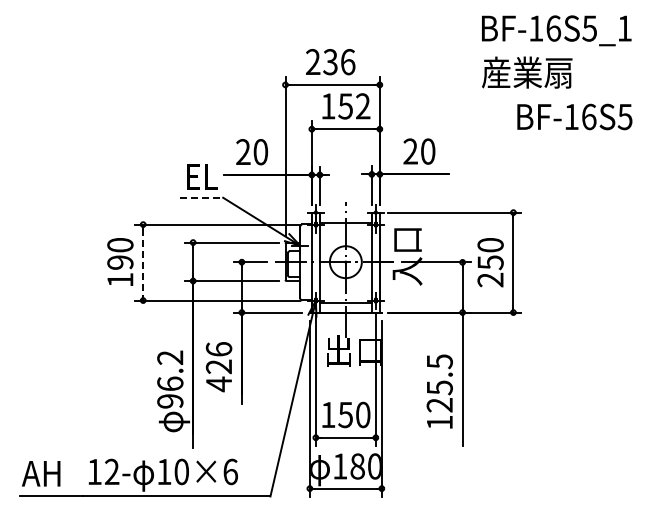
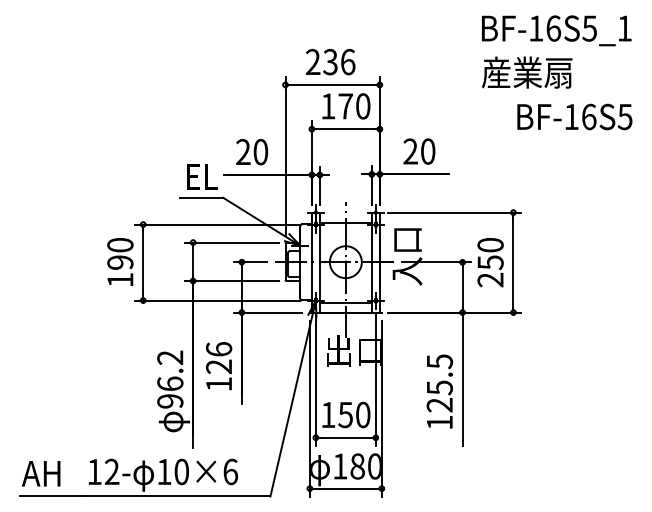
text at (354, 106): 152 -> 170
line at (202, 197): dashed -> solid
line at (143, 263): dashed -> solid
text at (218, 384): 426 -> 126
